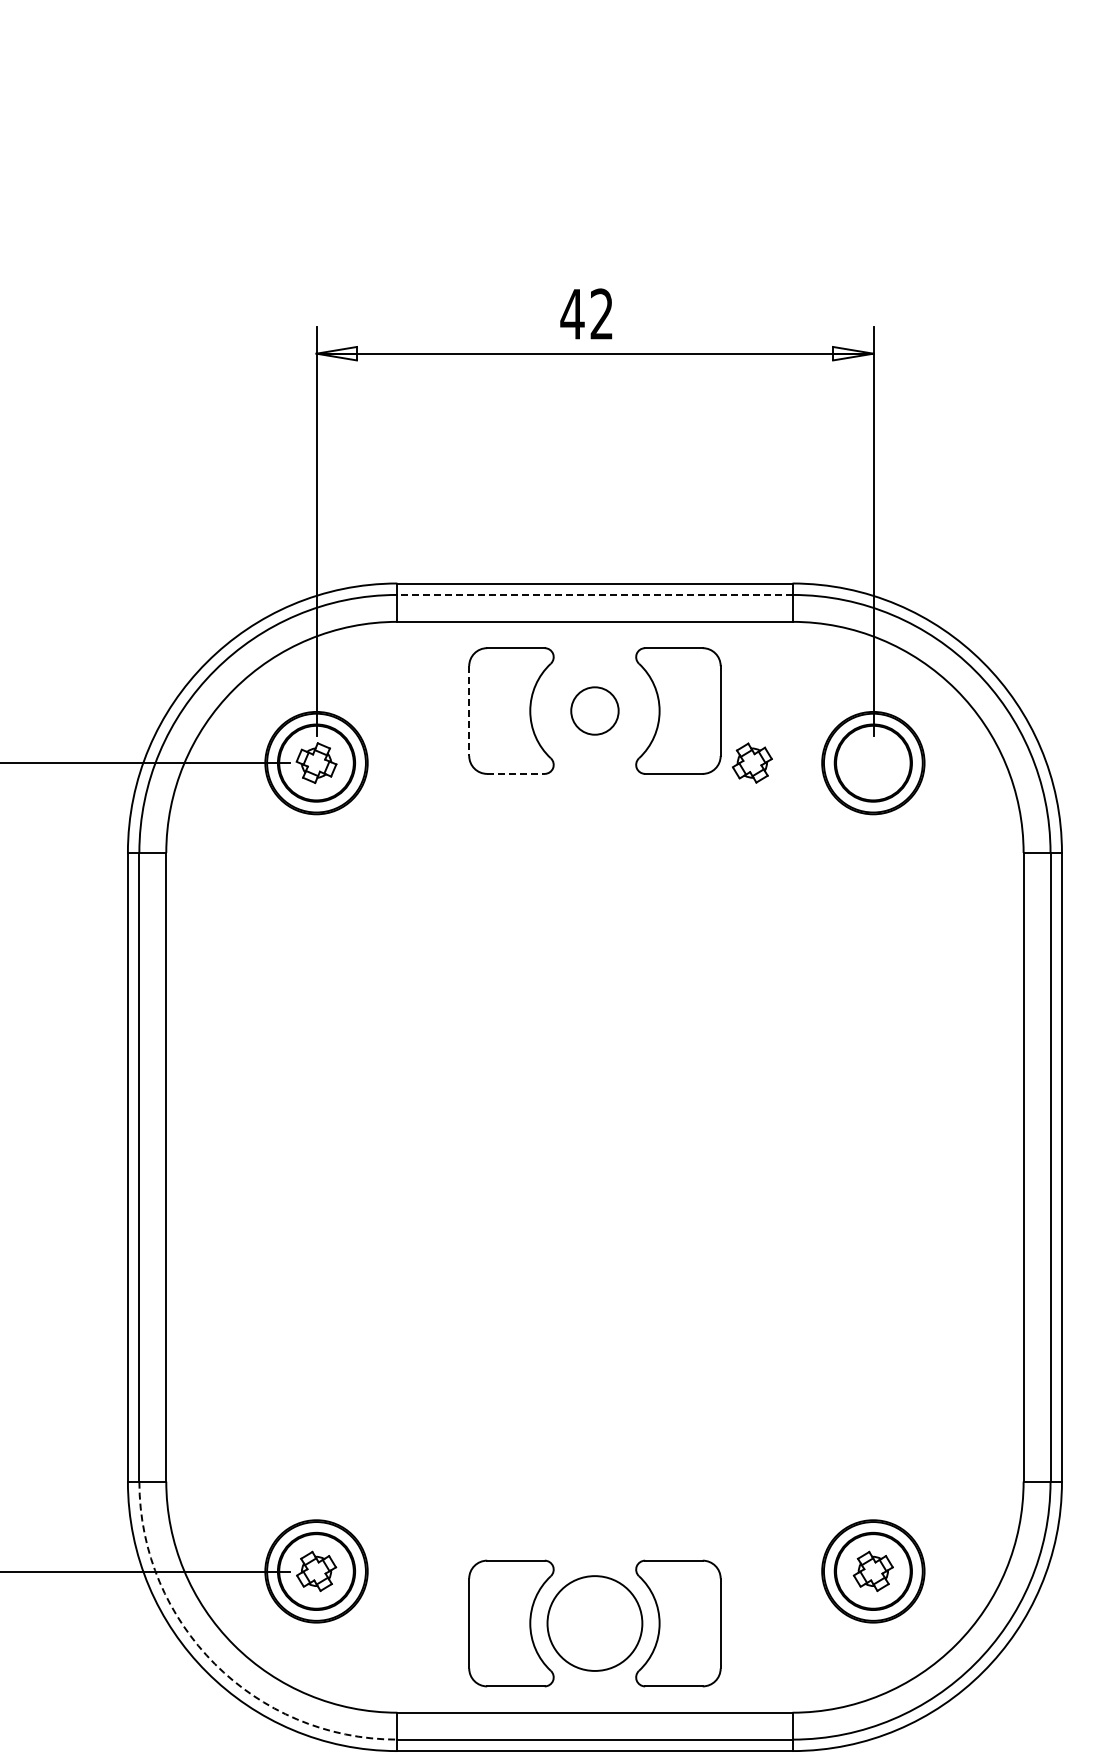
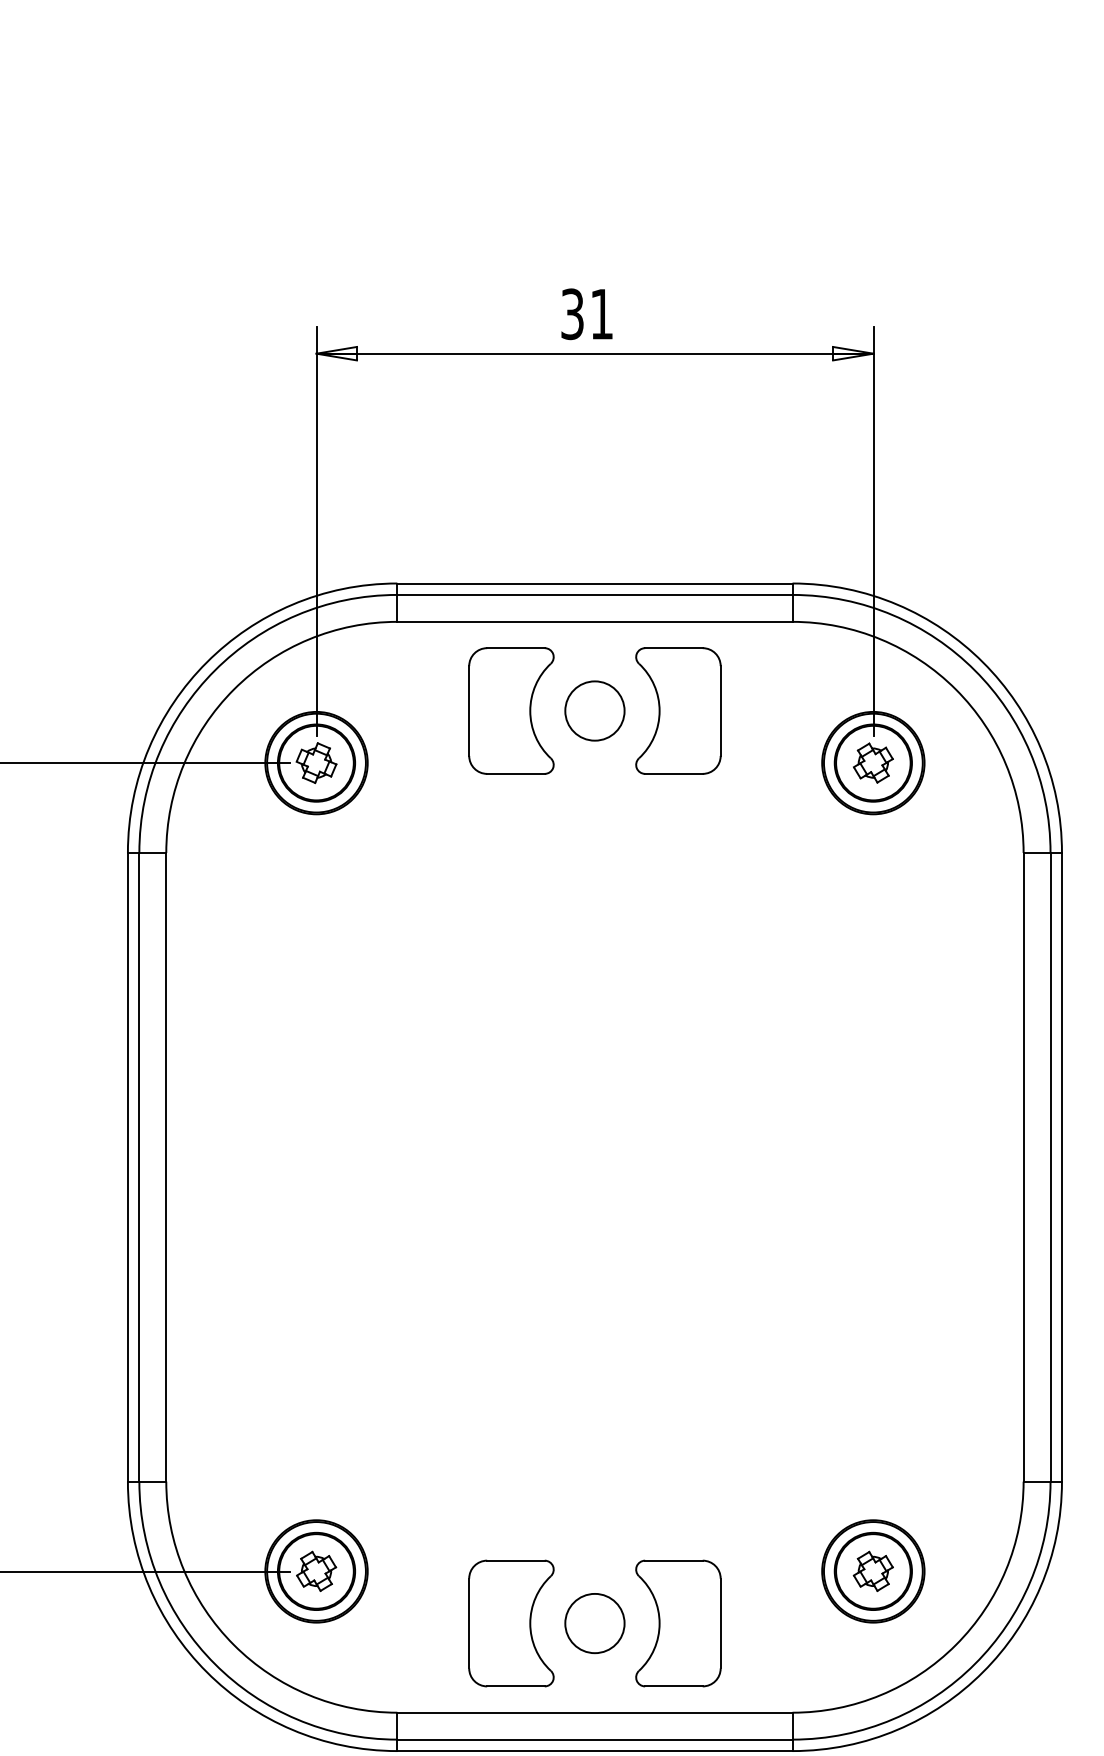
text at (586, 314): 42 -> 31
line at (594, 594): dashed -> solid
circle at (594, 710) size: 50x50 px -> 62x62 px
line at (469, 711): dashed -> solid
part at (752, 762) position: (752, 762) -> (873, 762)
line at (515, 773): dashed -> solid
circle at (594, 1623) diameter: 95 px -> 59 px
arc at (214, 1664): dashed -> solid
